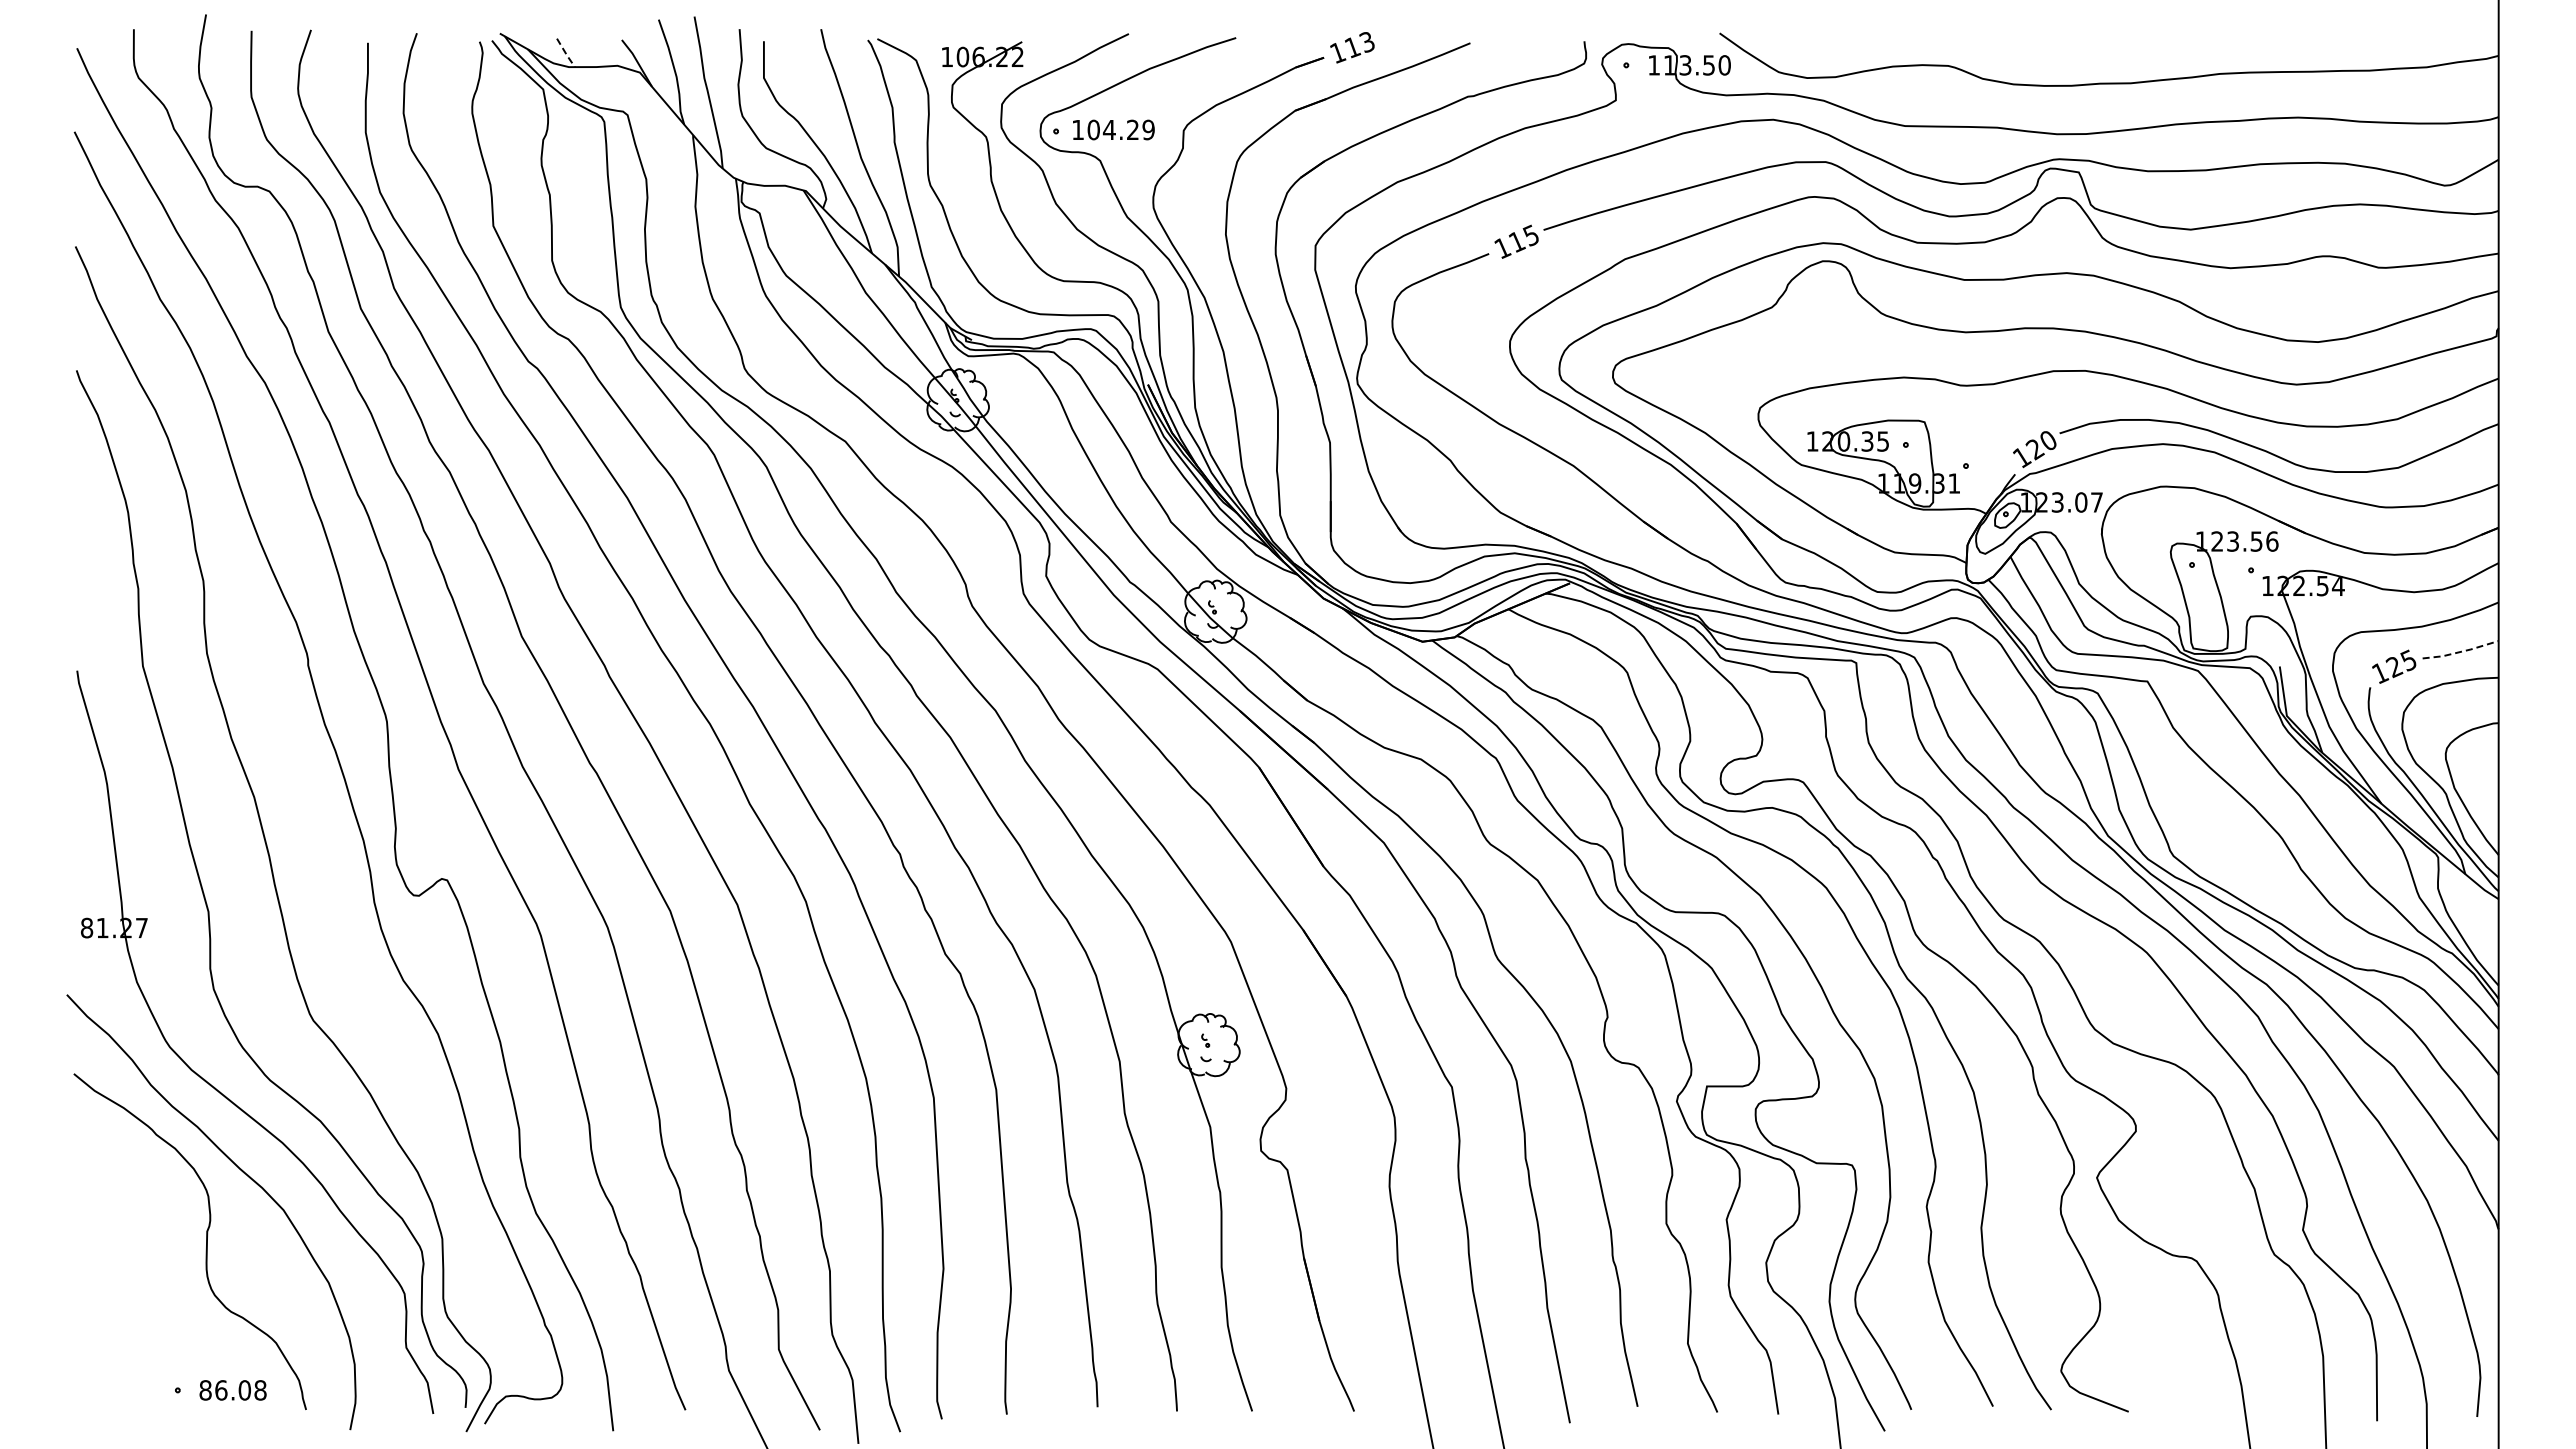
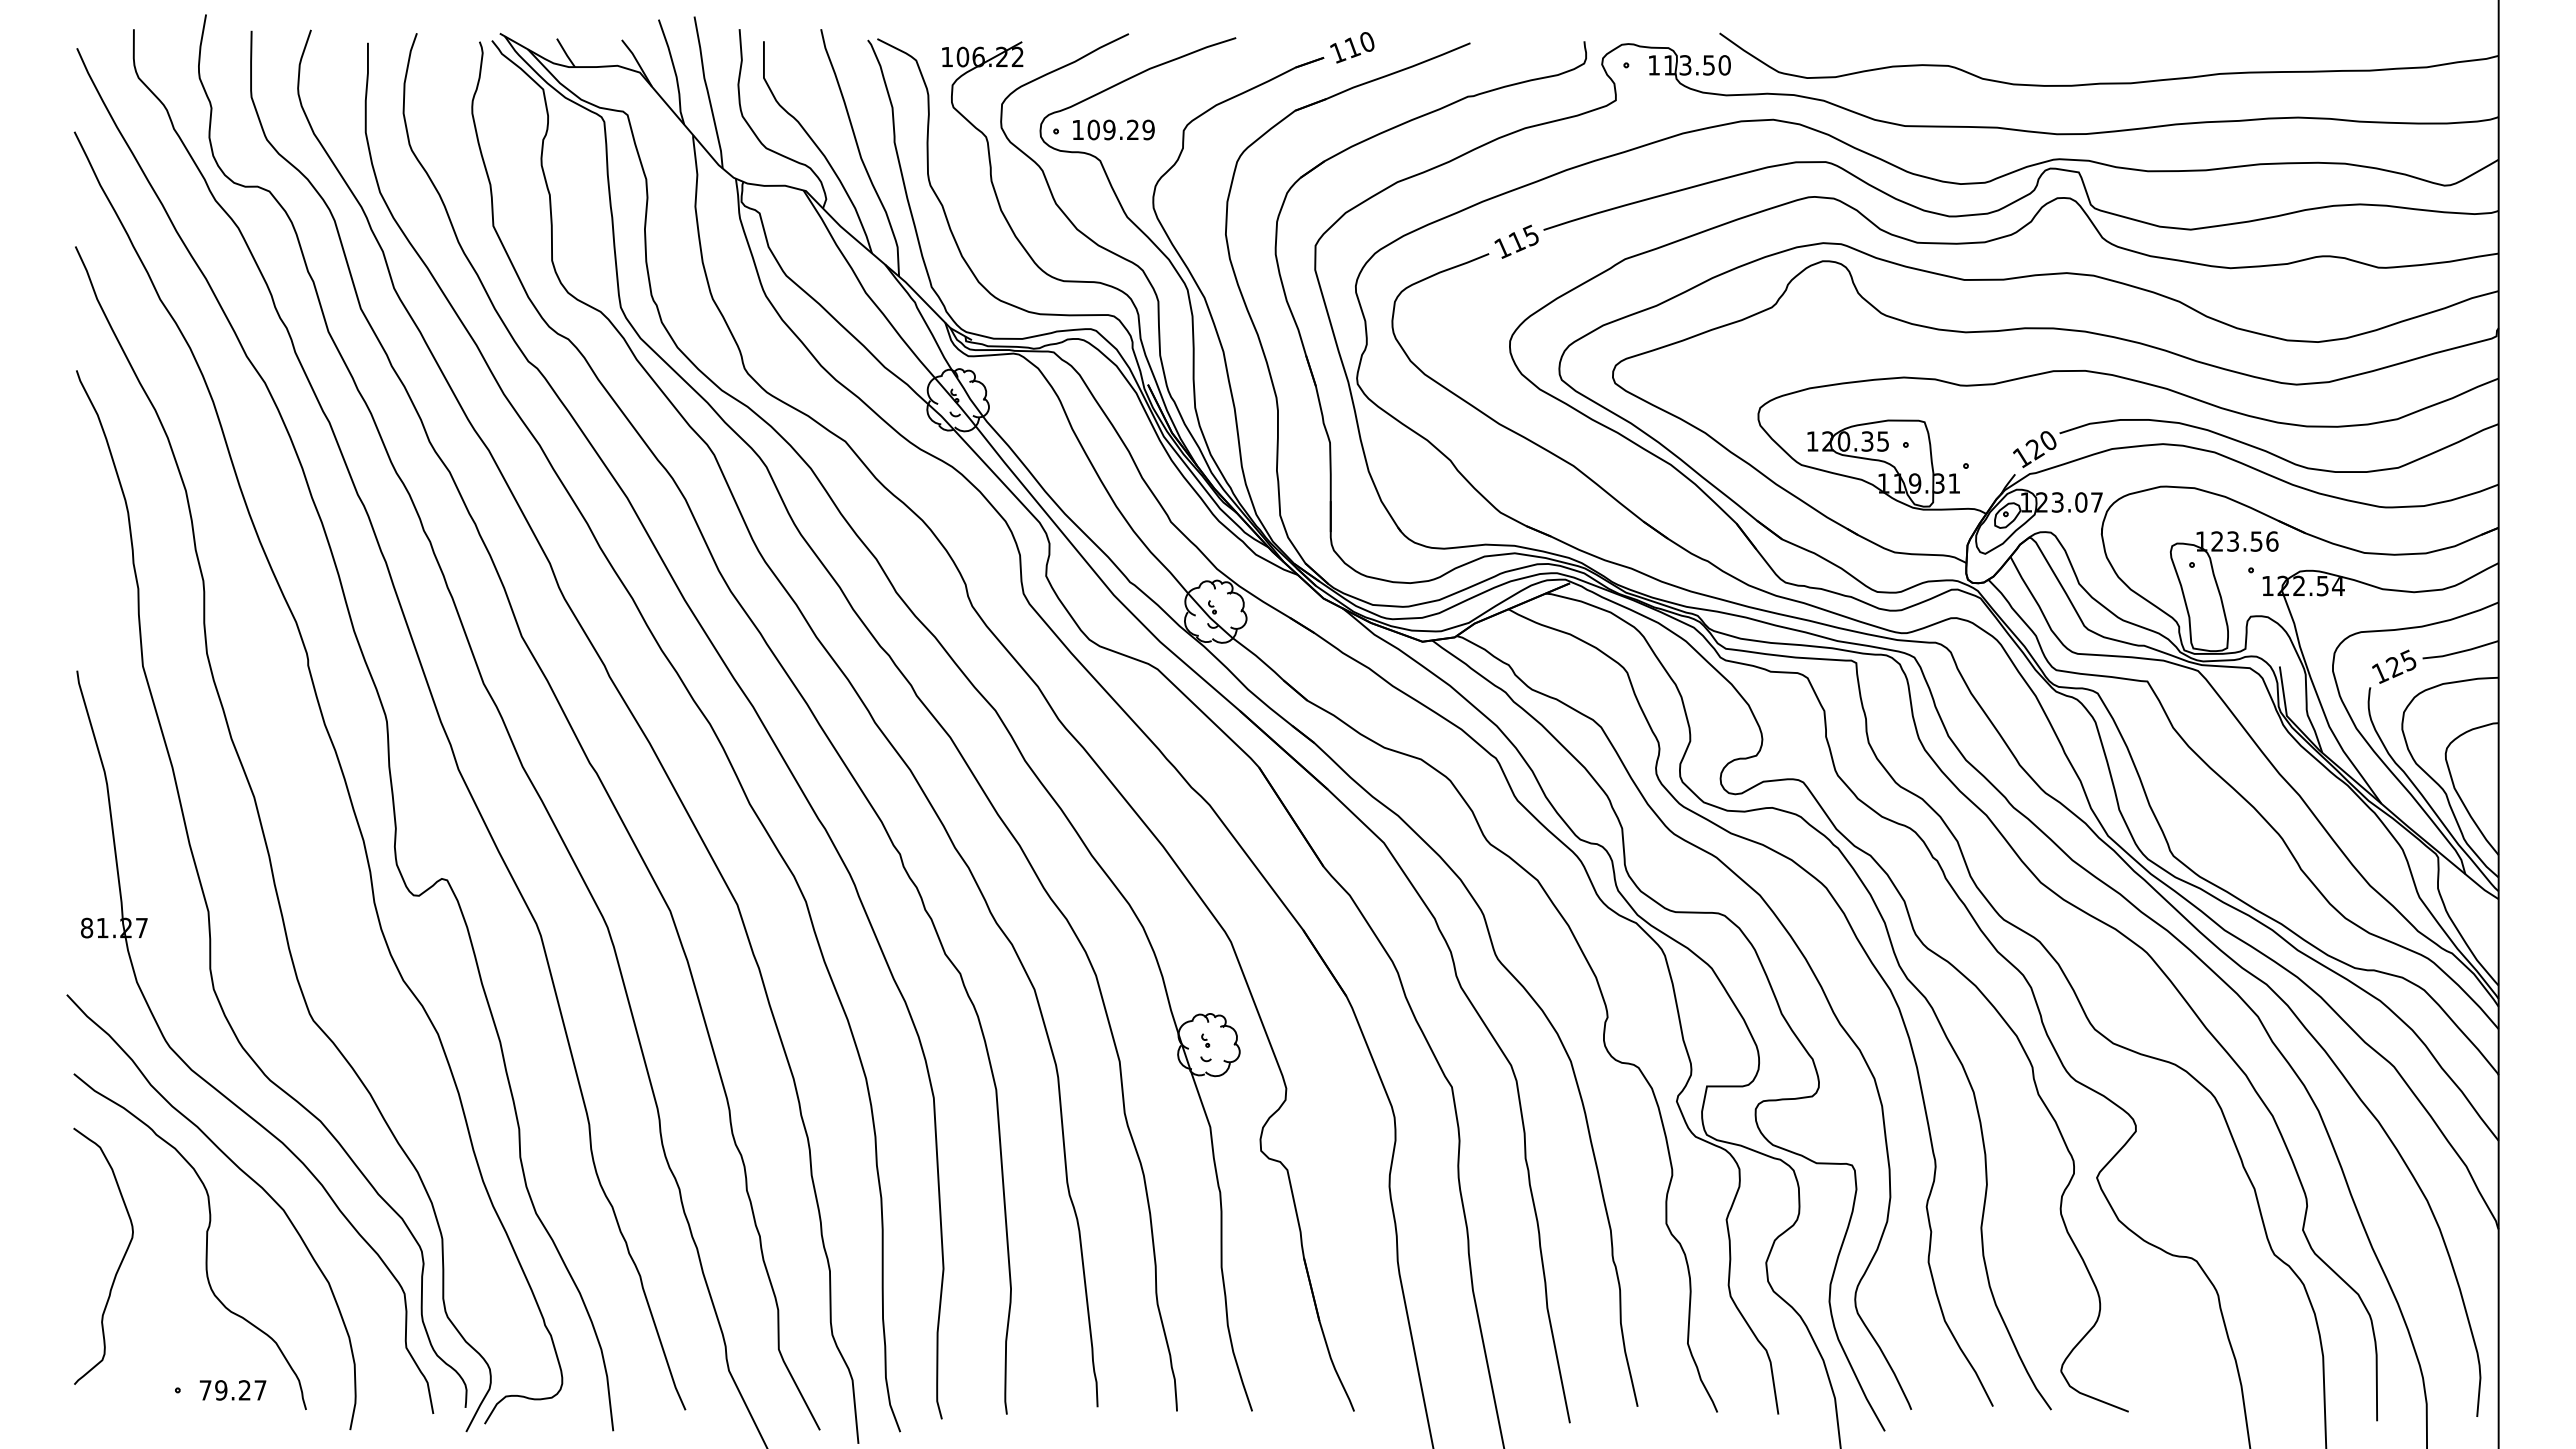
text at (1366, 42): 113 -> 110
line at (565, 53): dashed -> solid
text at (1108, 129): 104.29 -> 109.29
line at (2461, 651): dashed -> solid
curve at (119, 1264): none -> present
text at (232, 1390): 86.08 -> 79.27
